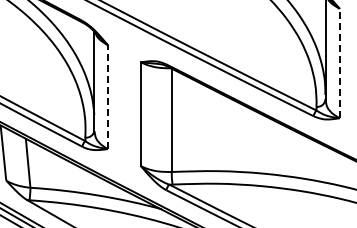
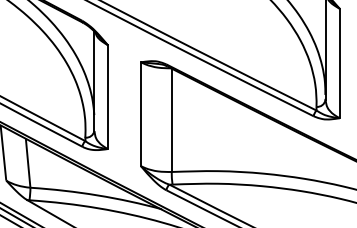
line at (339, 63): dashed -> solid
line at (107, 97): dashed -> solid
